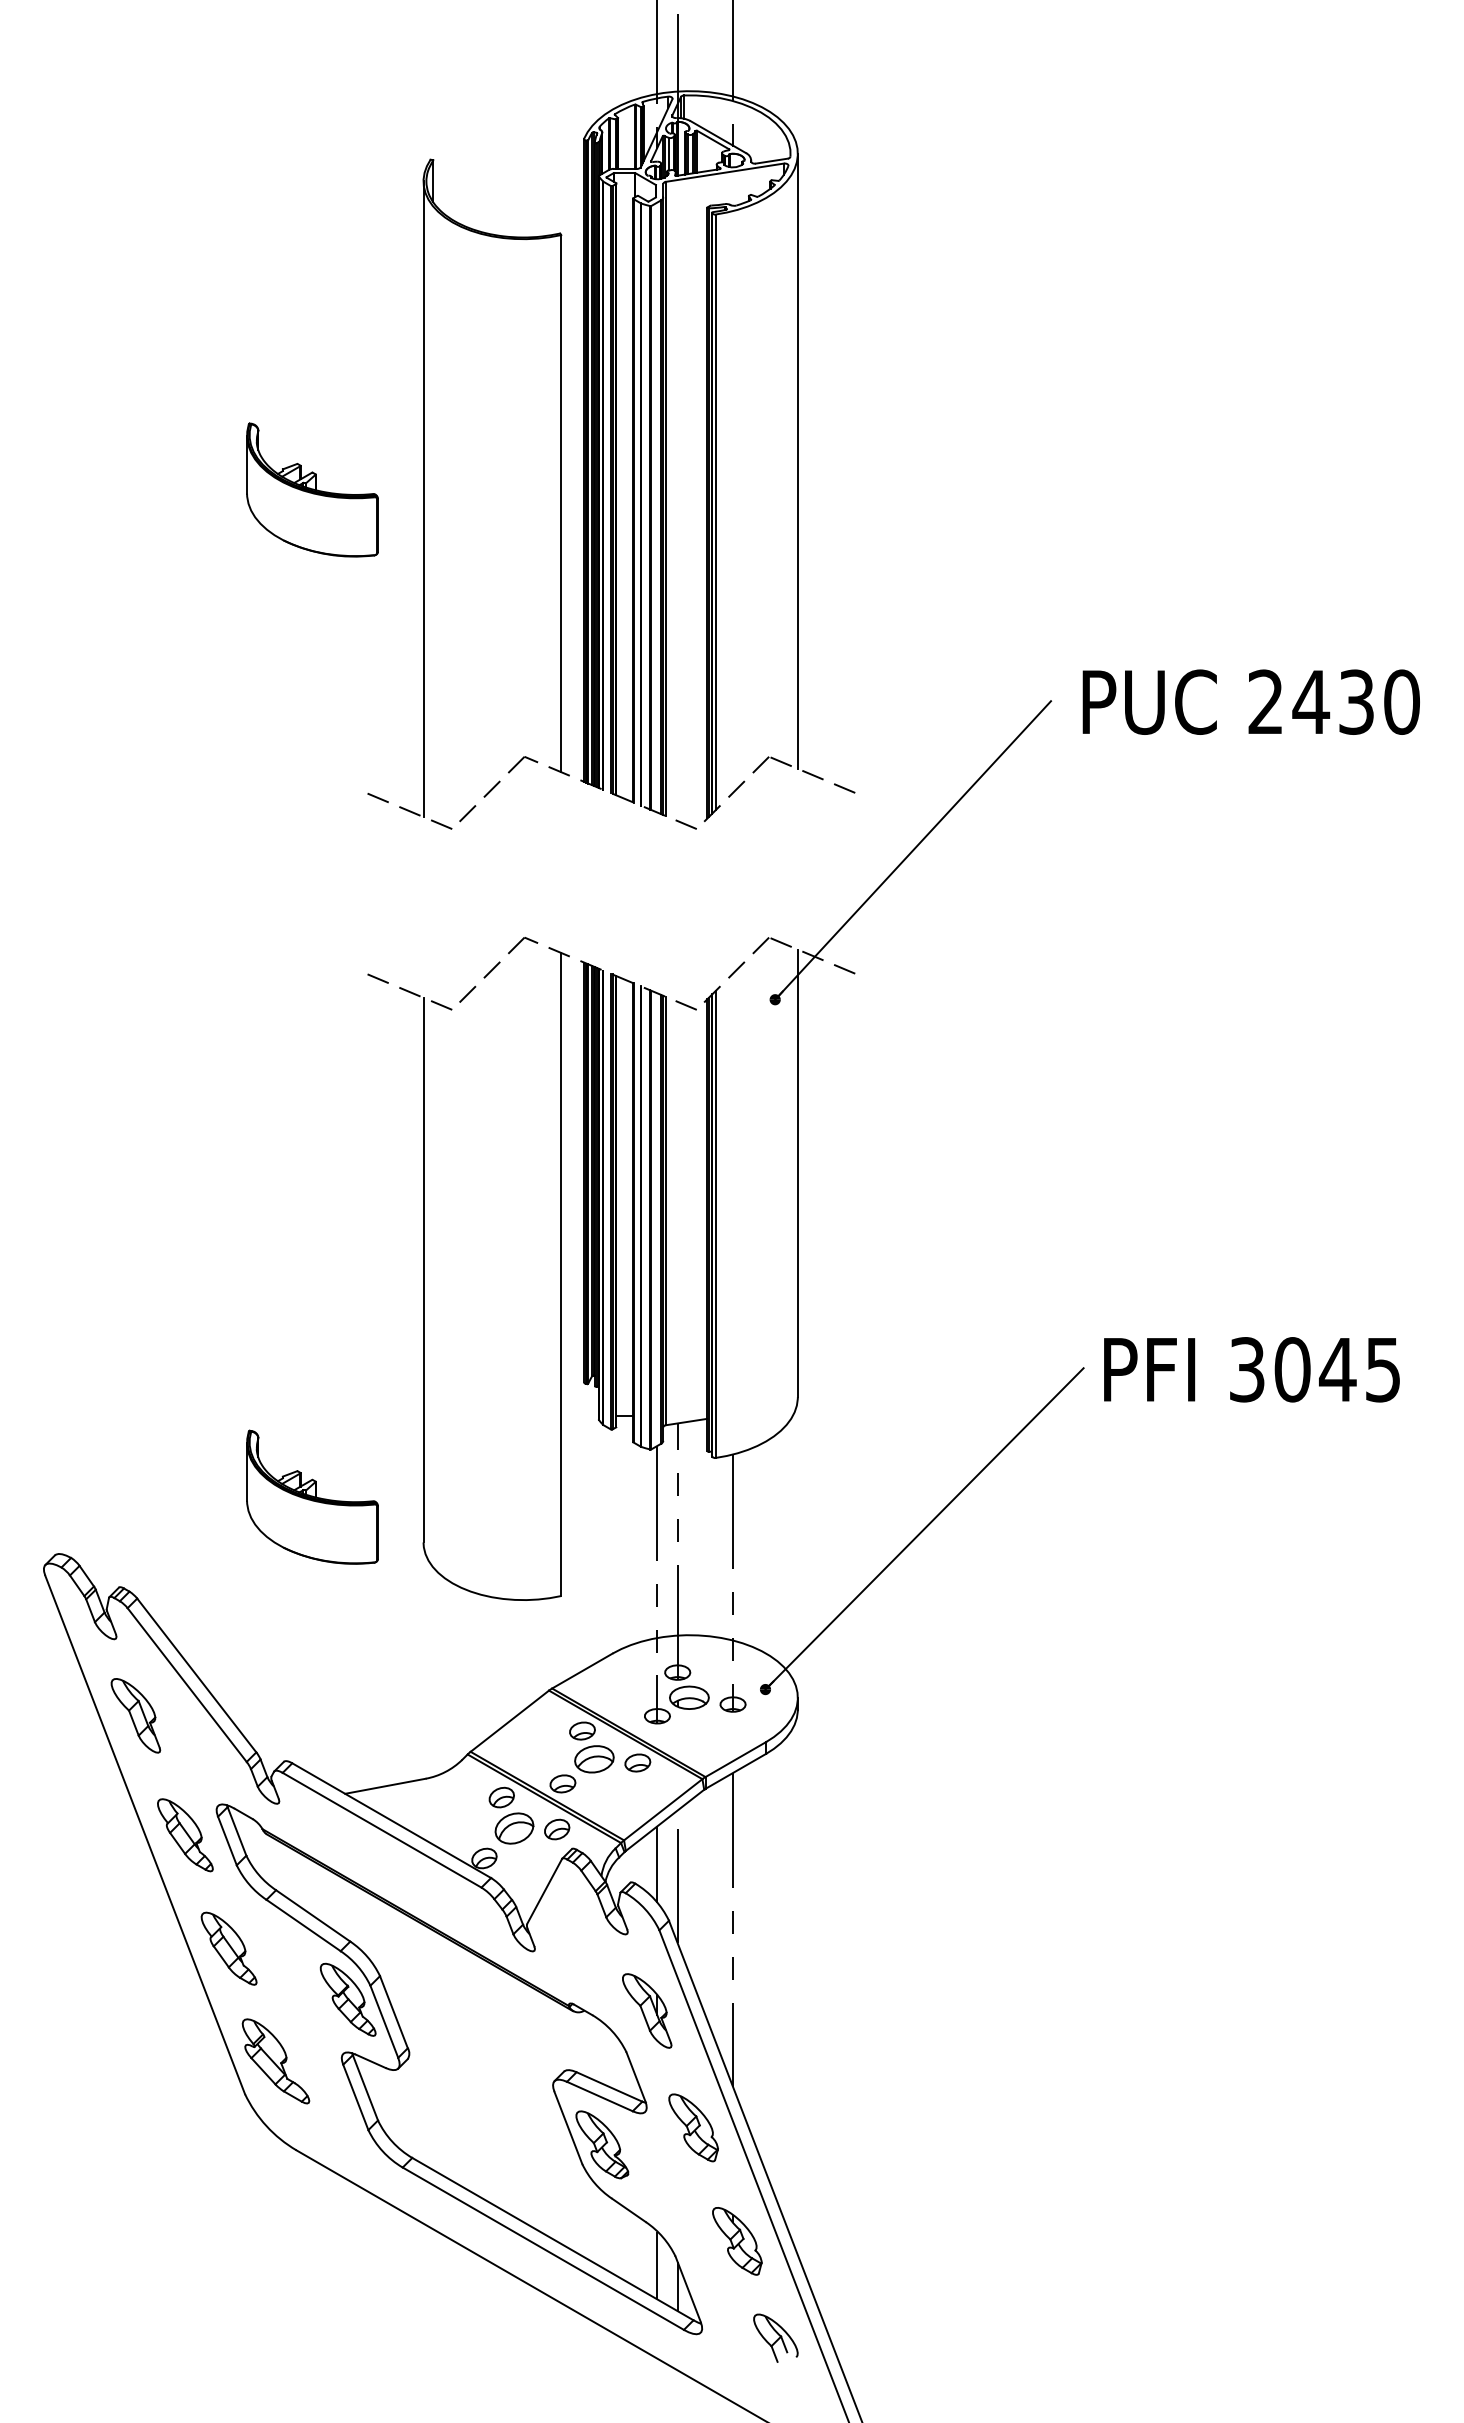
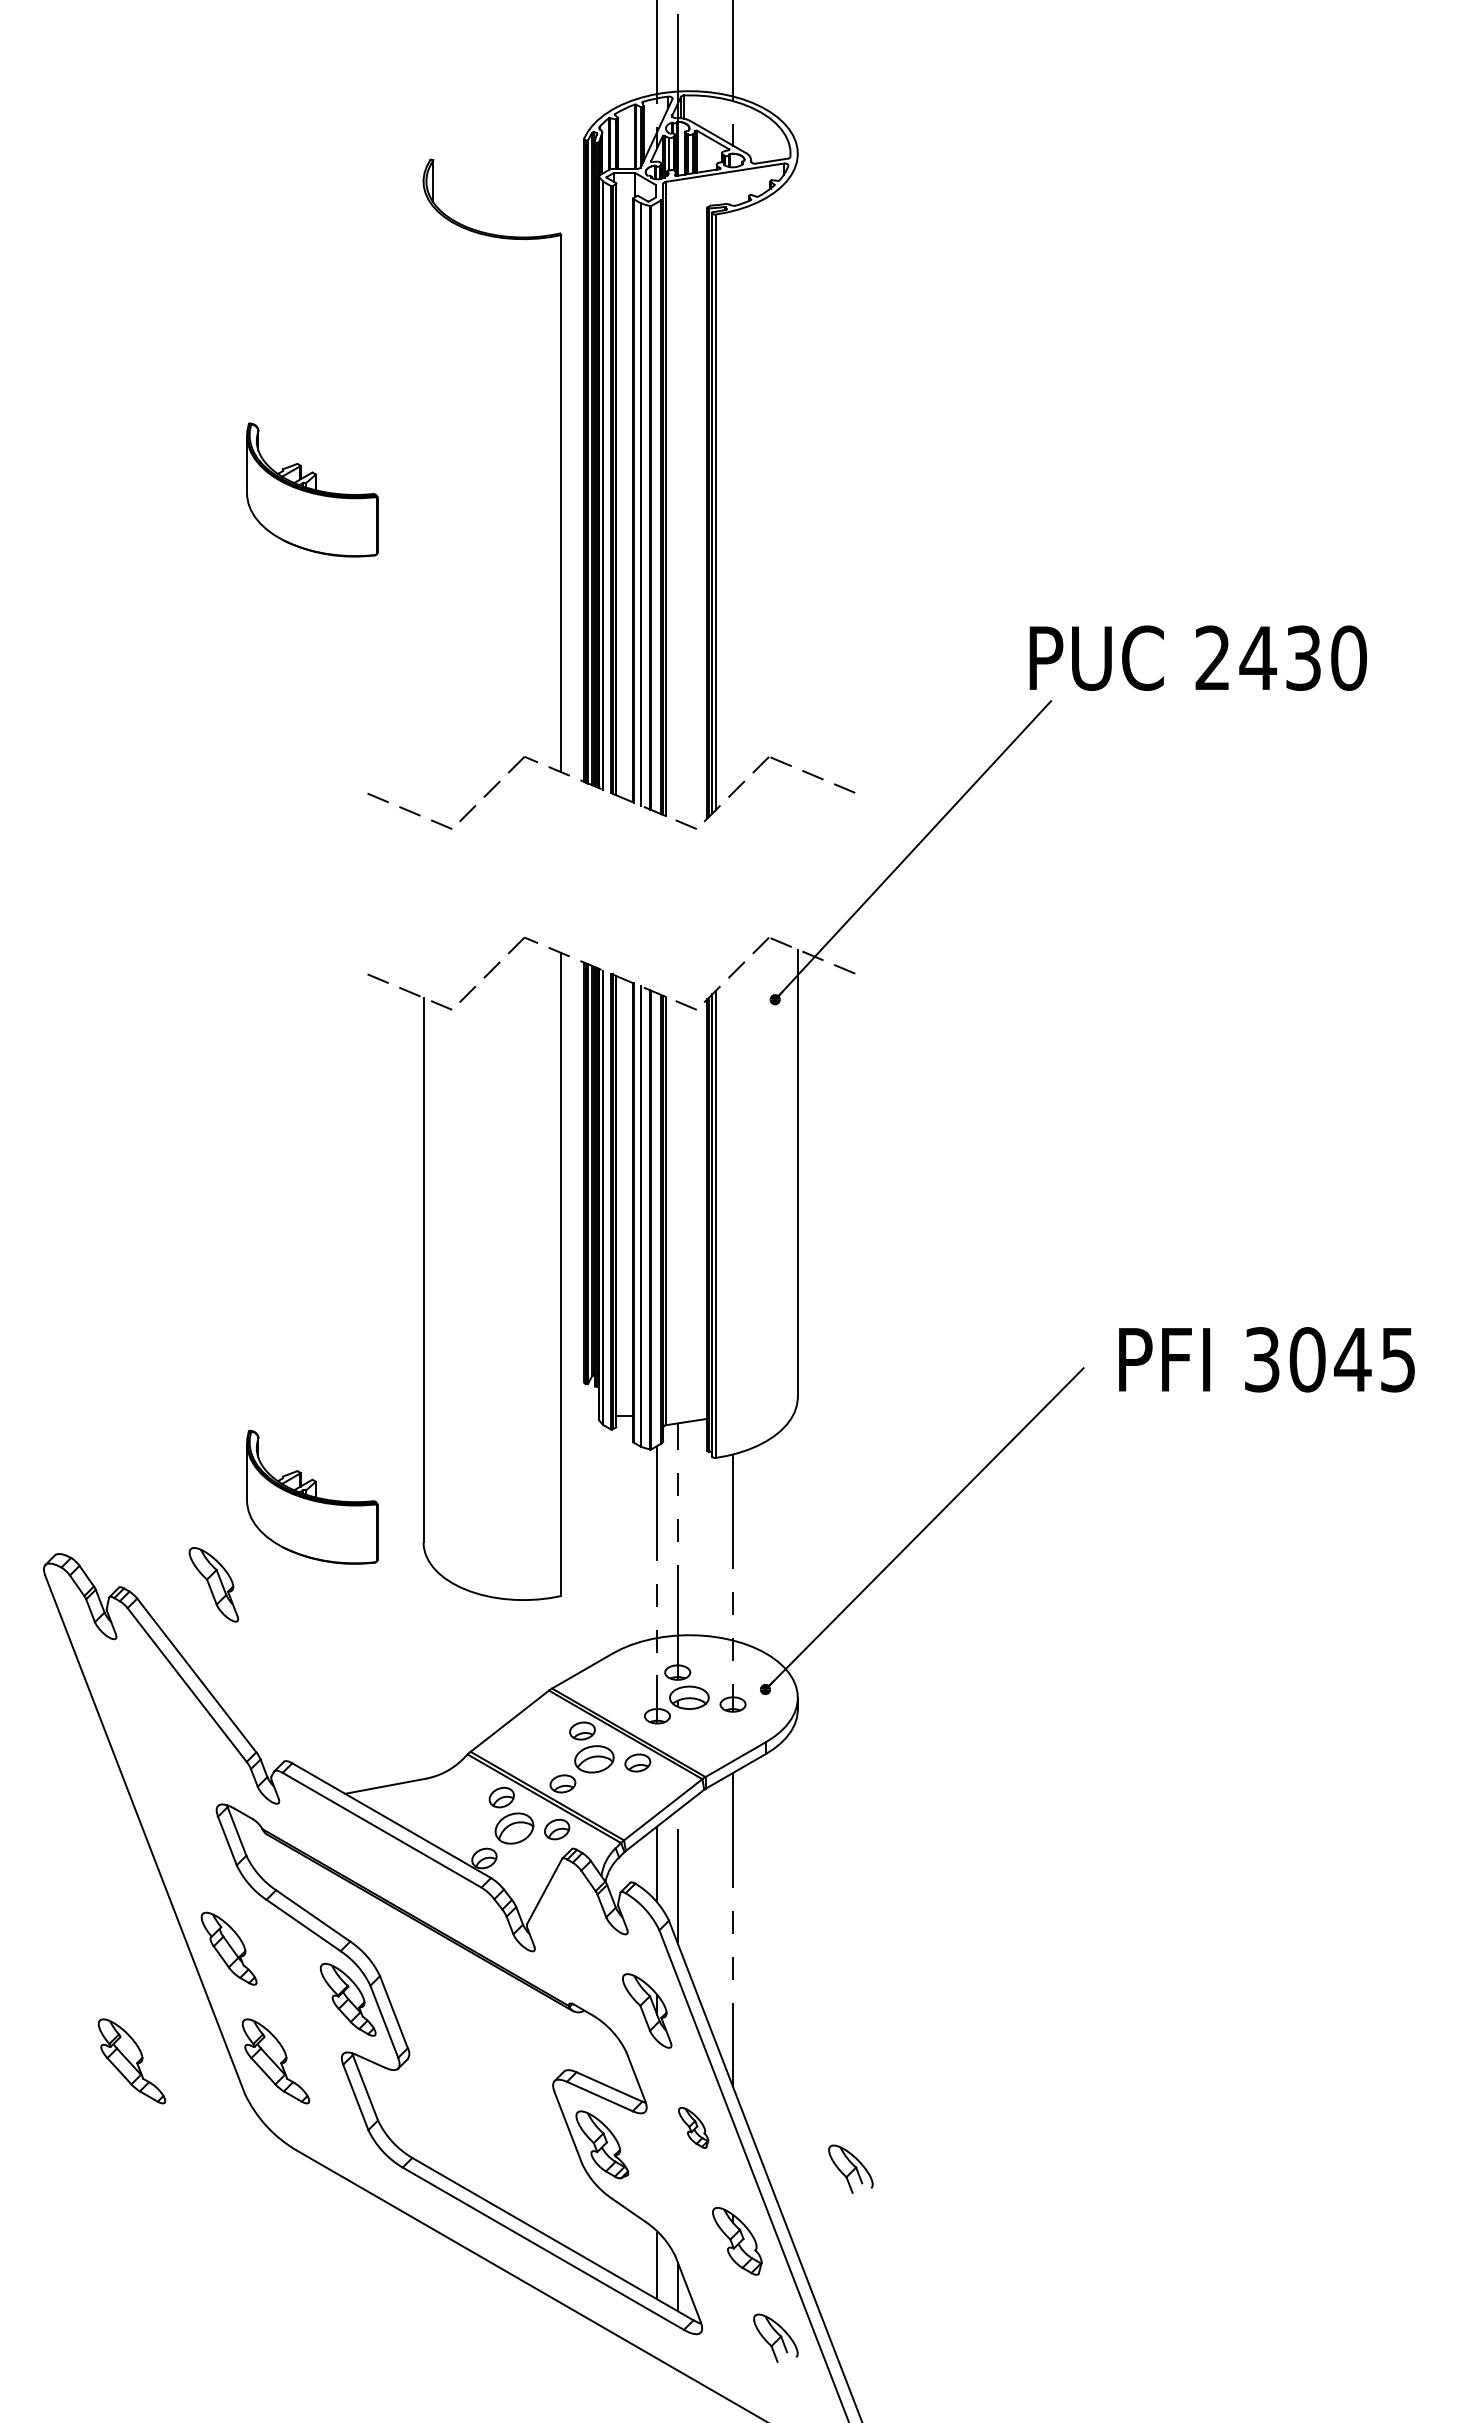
line at (797, 460): present -> none
line at (423, 499): present -> none
text at (1250, 701) position: (1250, 701) -> (1197, 657)
text at (1251, 1369) position: (1251, 1369) -> (1266, 1359)
part at (135, 1715) position: (135, 1715) -> (213, 1584)
part at (185, 1835): present -> none
part at (131, 2061): none -> present
part at (693, 2127) size: 51x70 px -> 32x42 px
part at (850, 2168): none -> present
